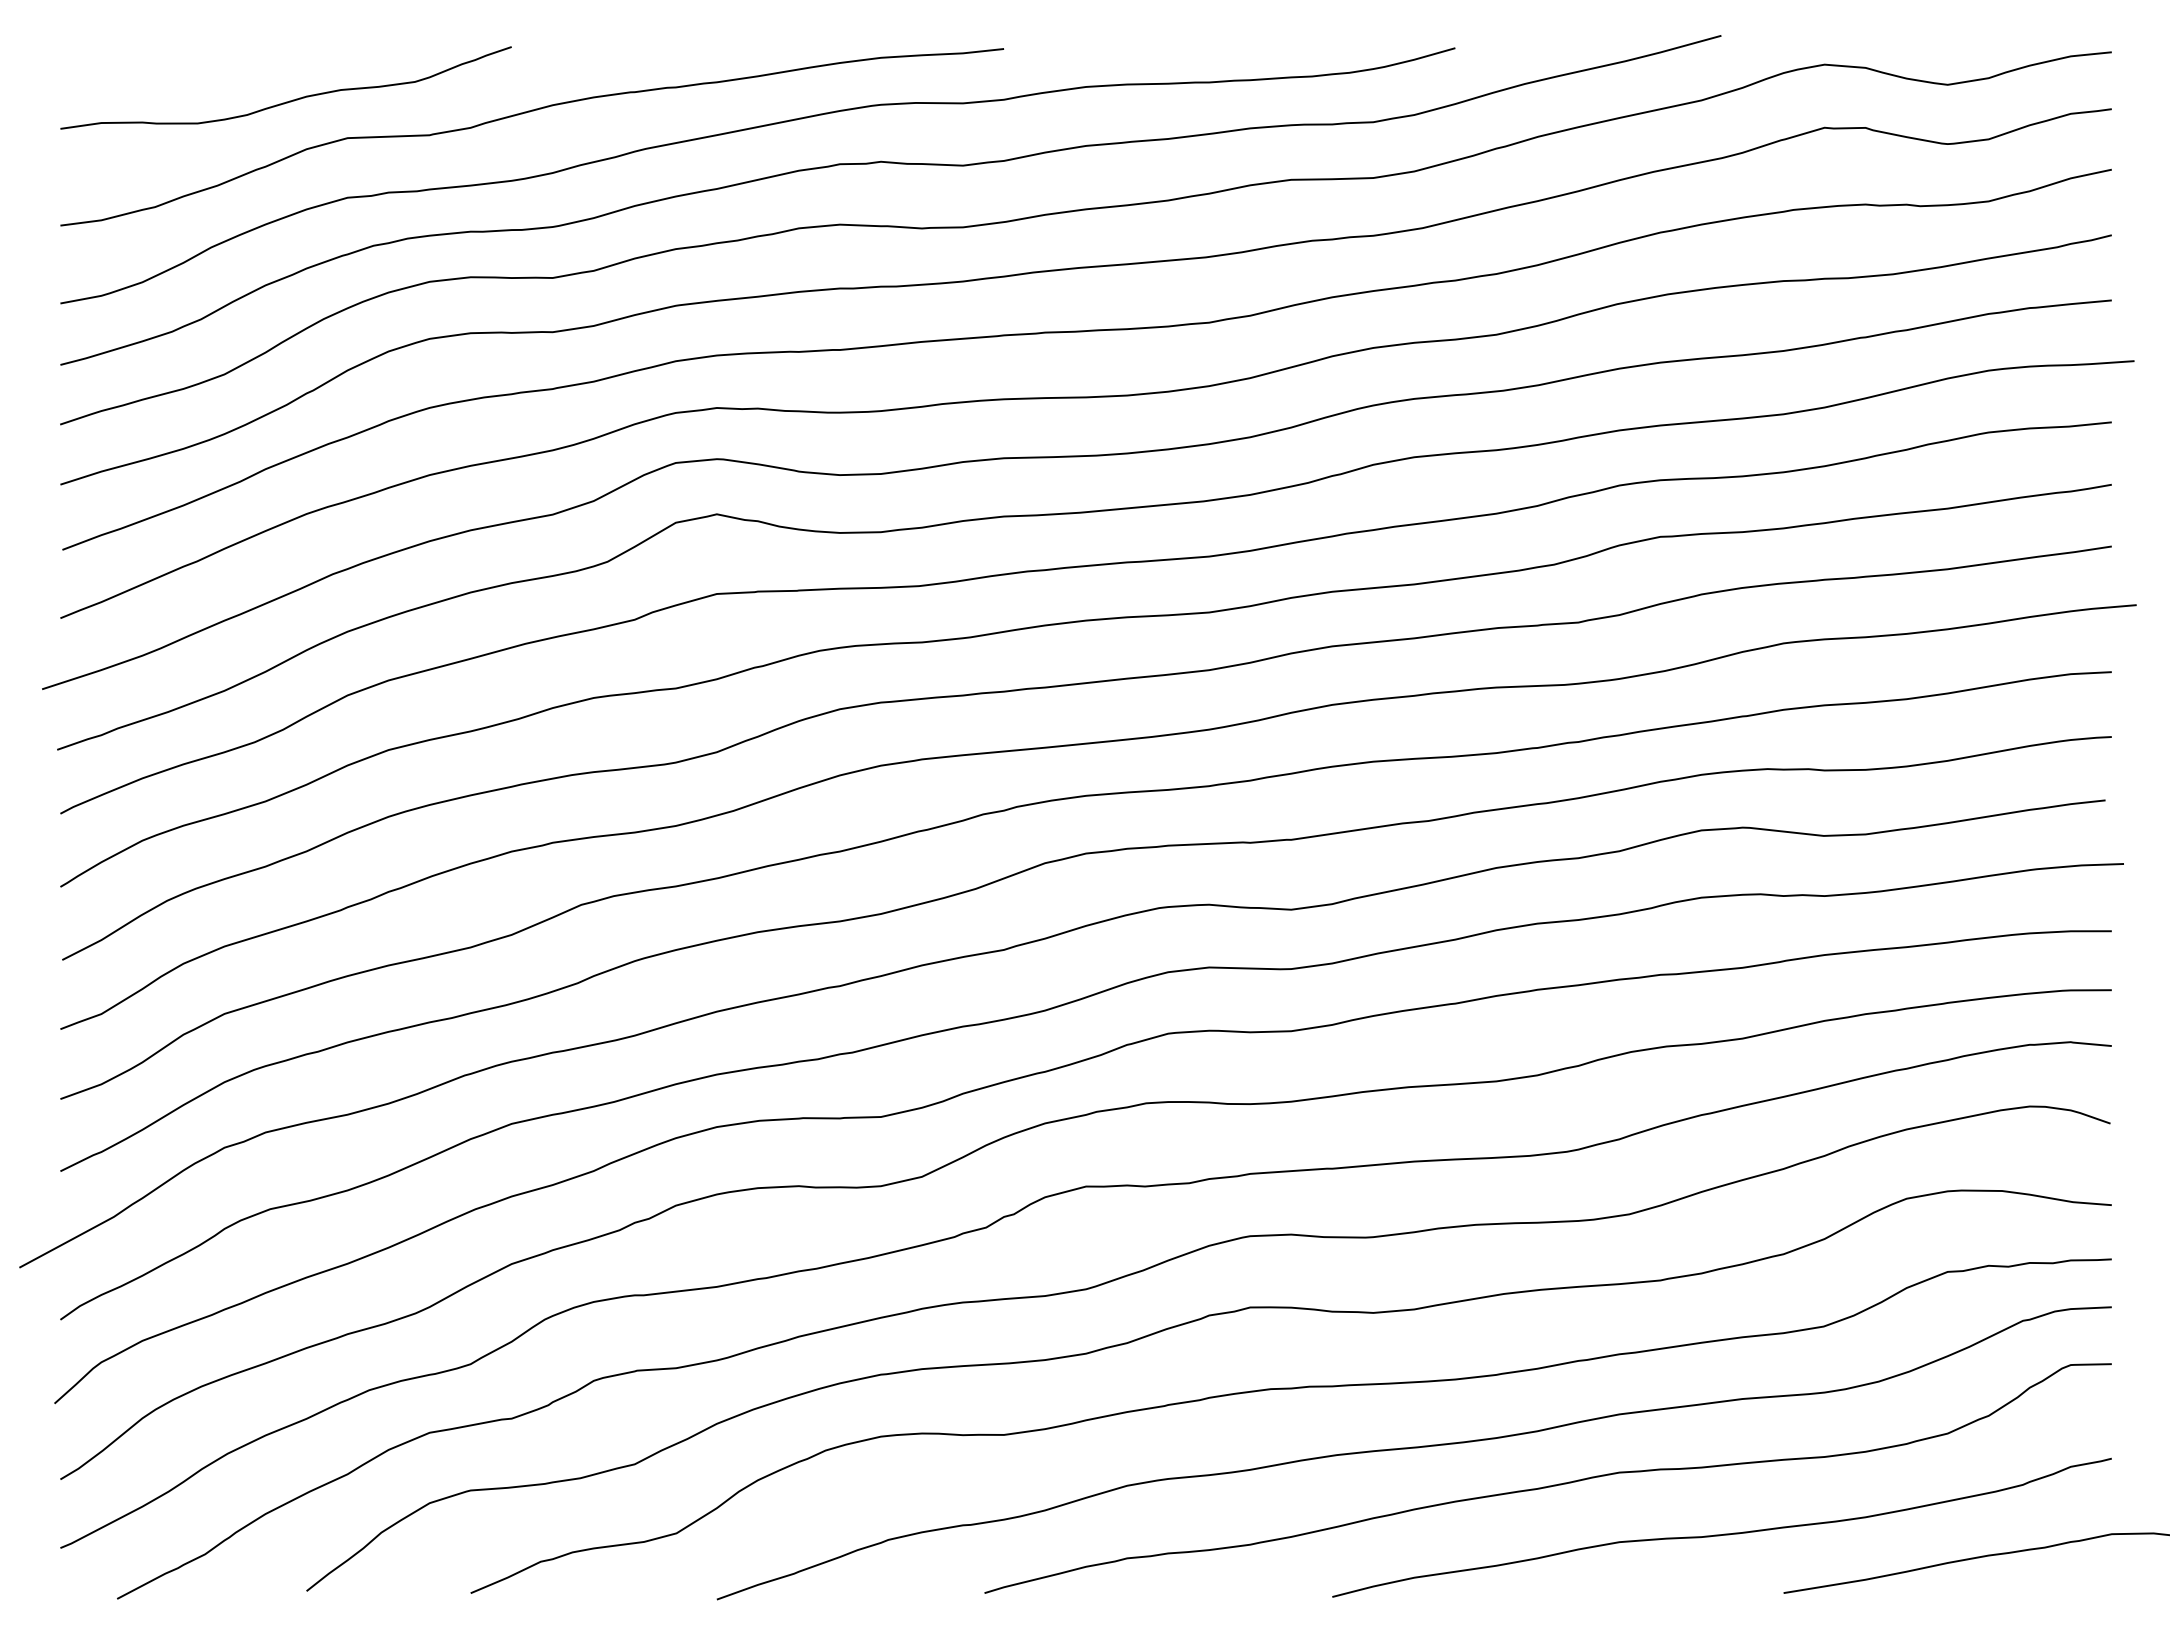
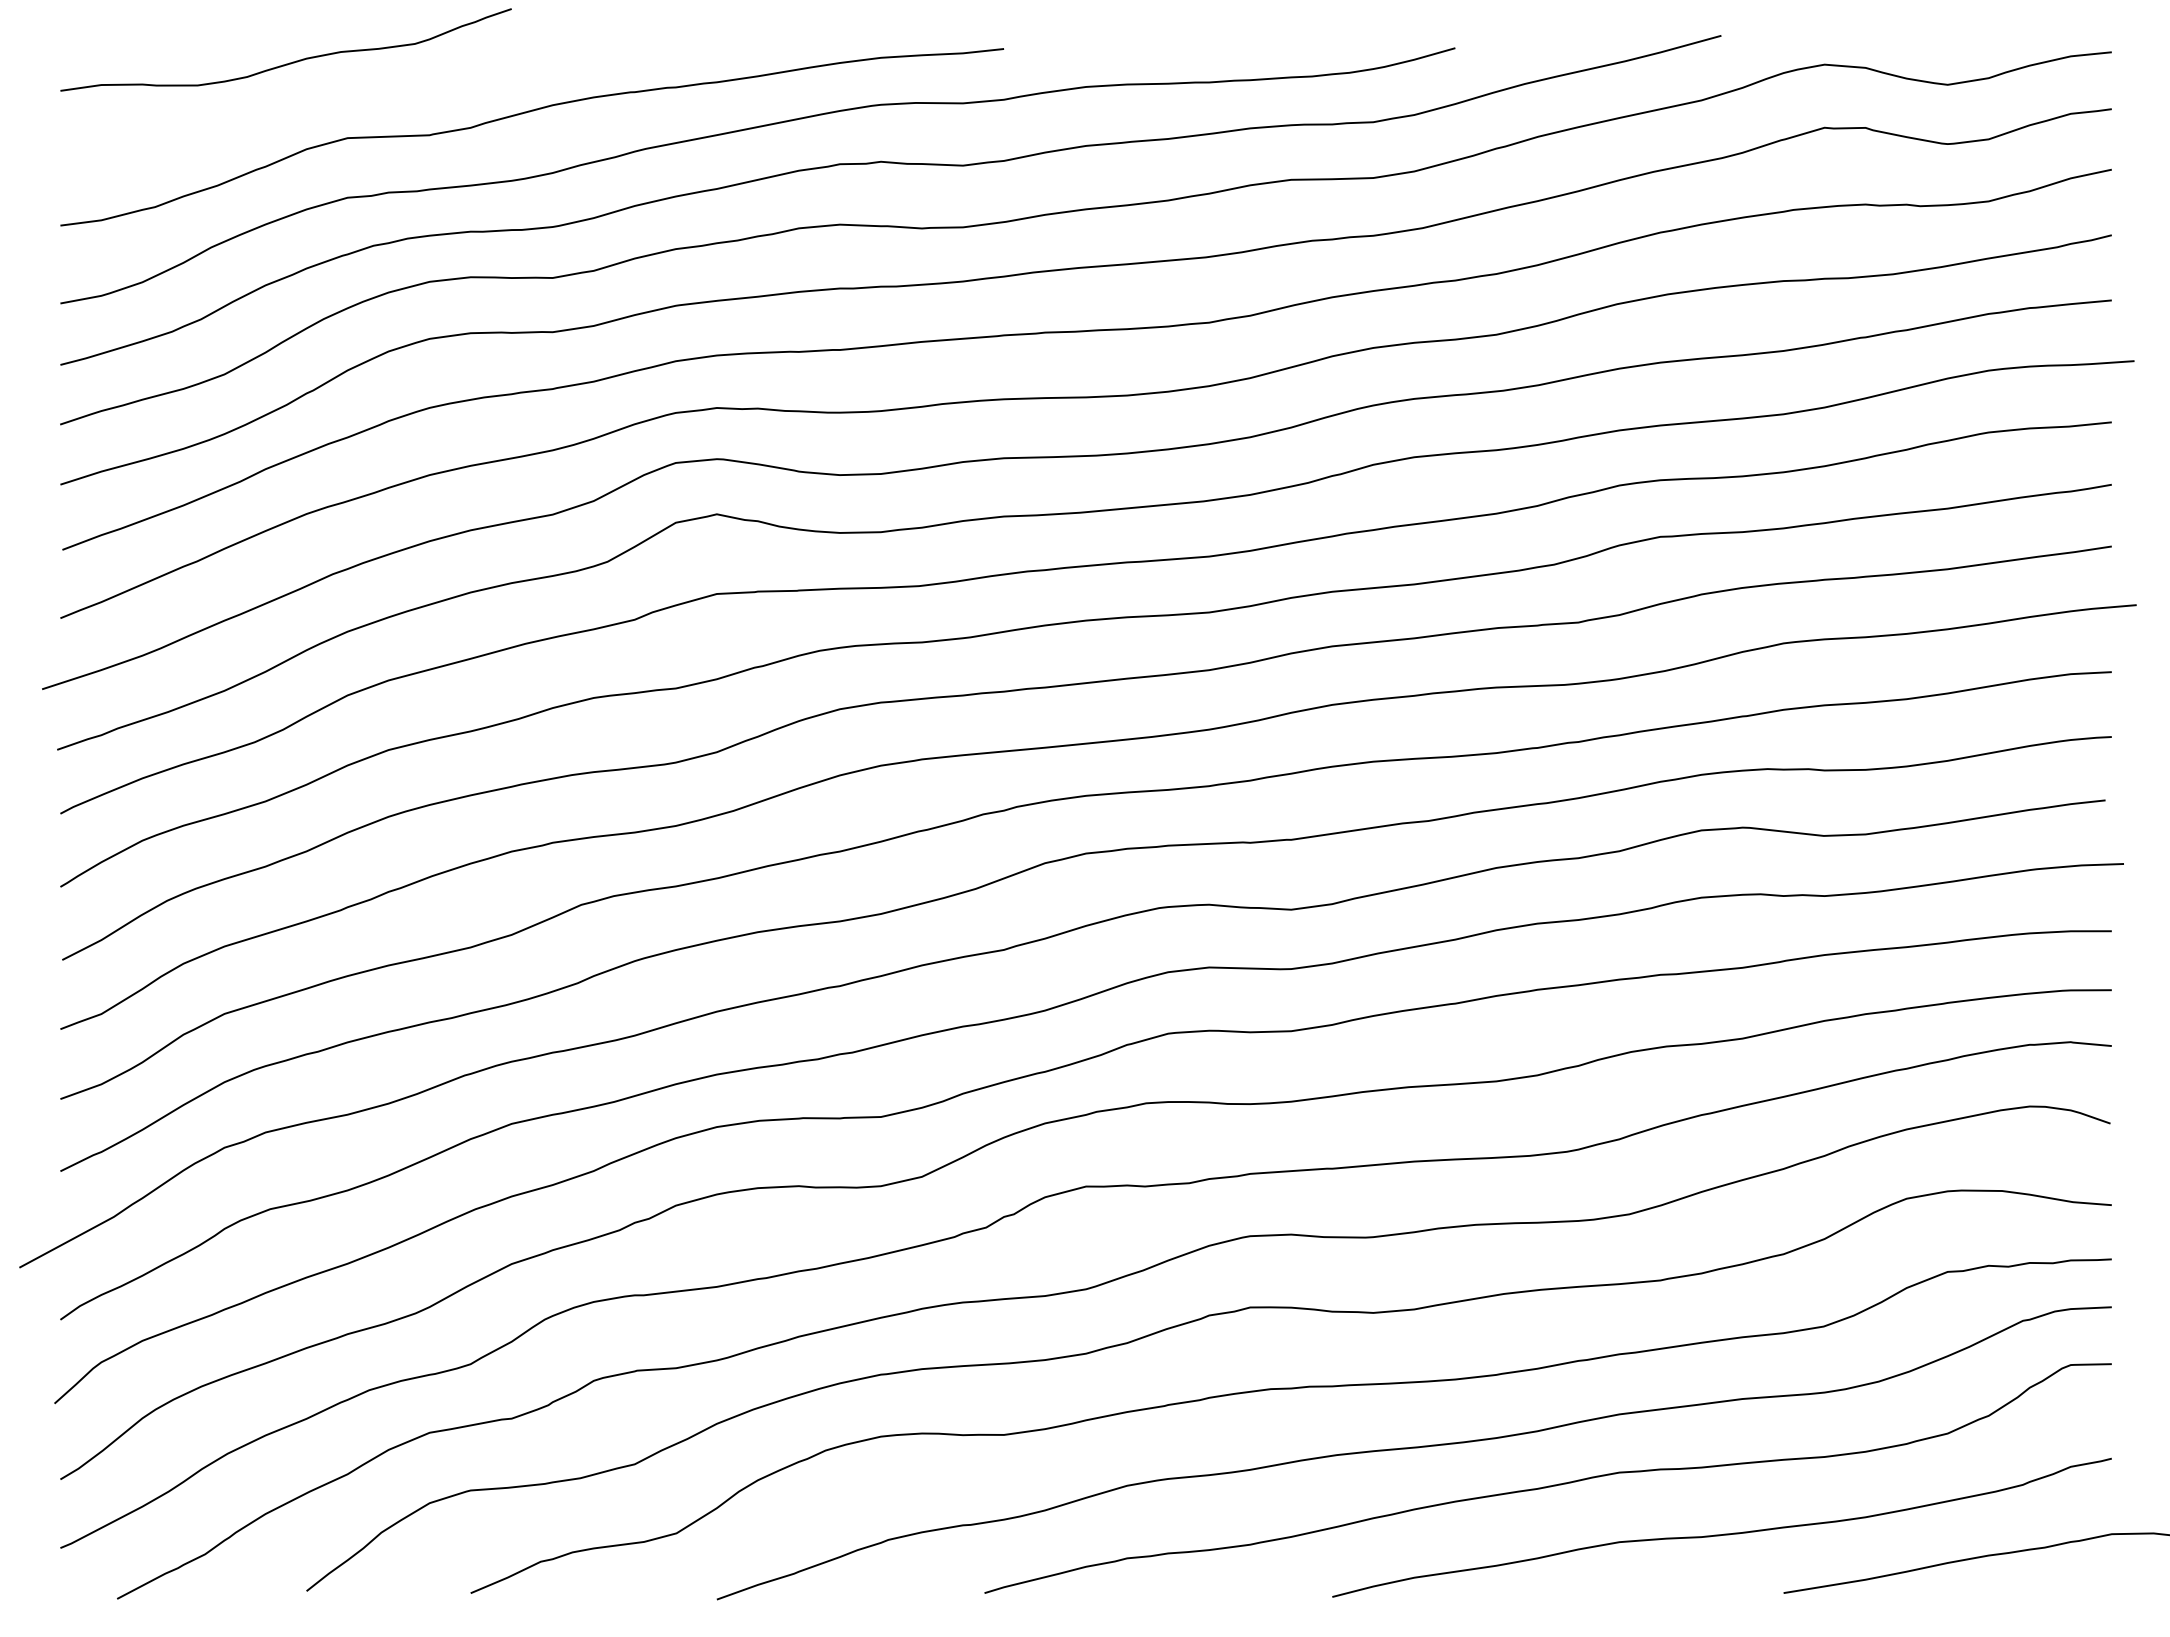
curve at (289, 100) position: (289, 100) -> (289, 62)
